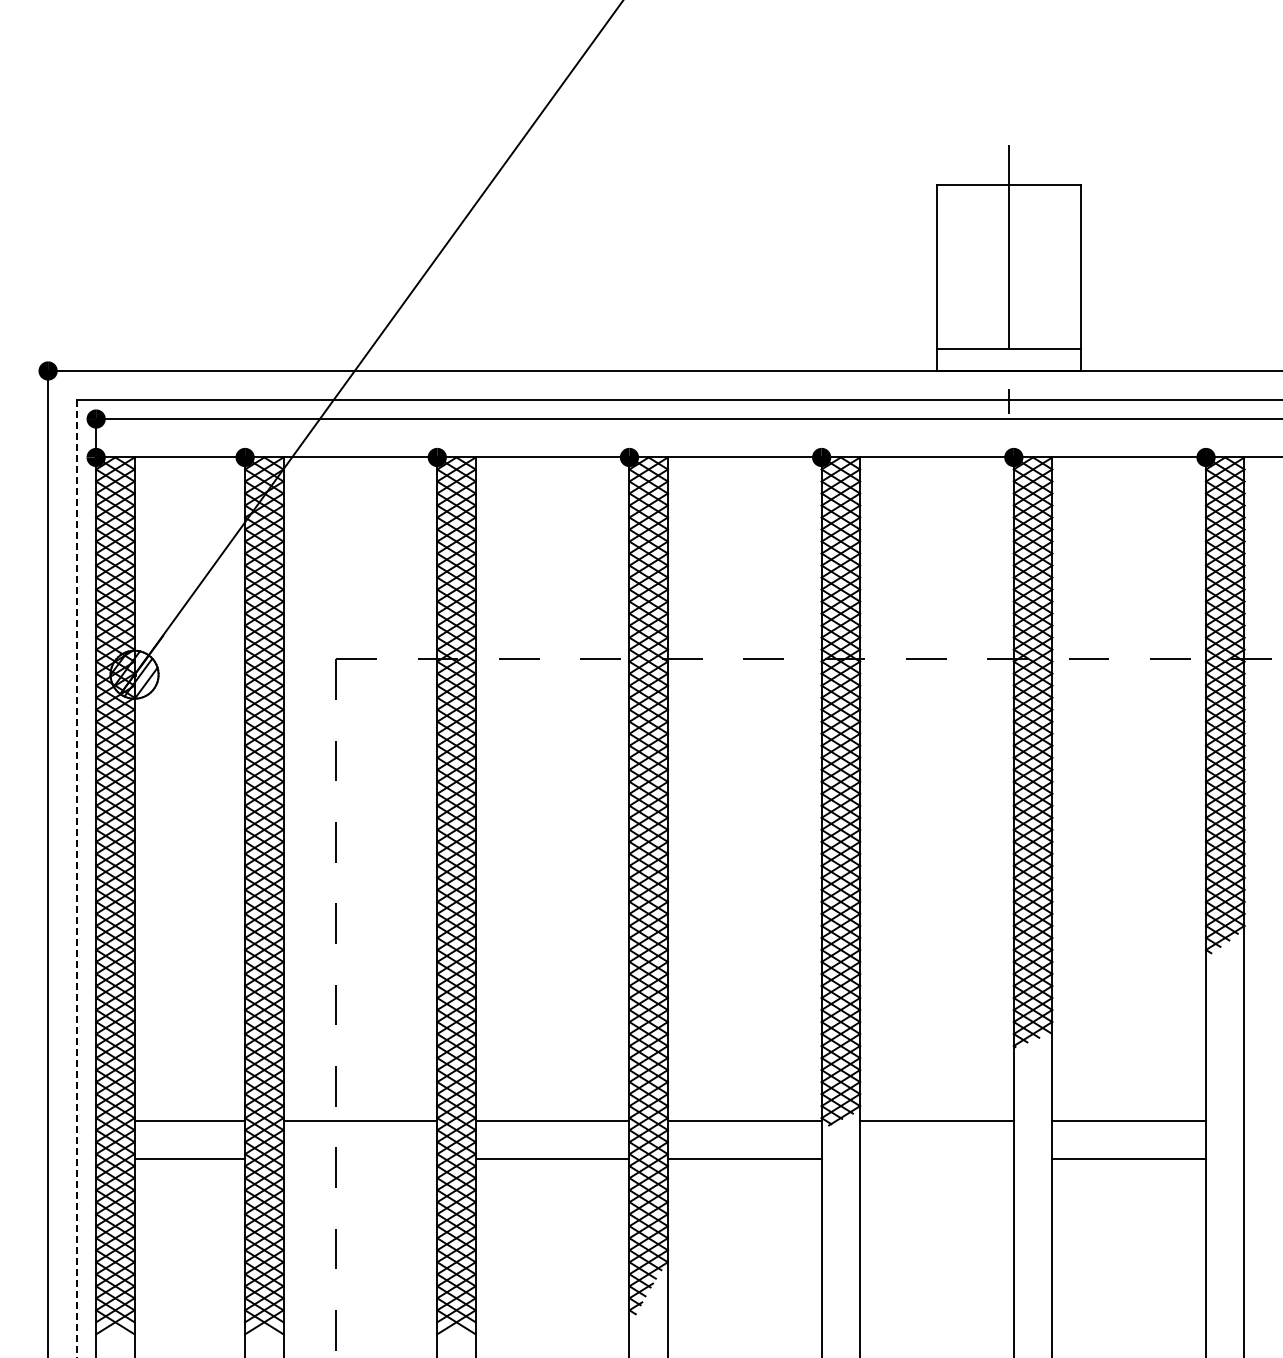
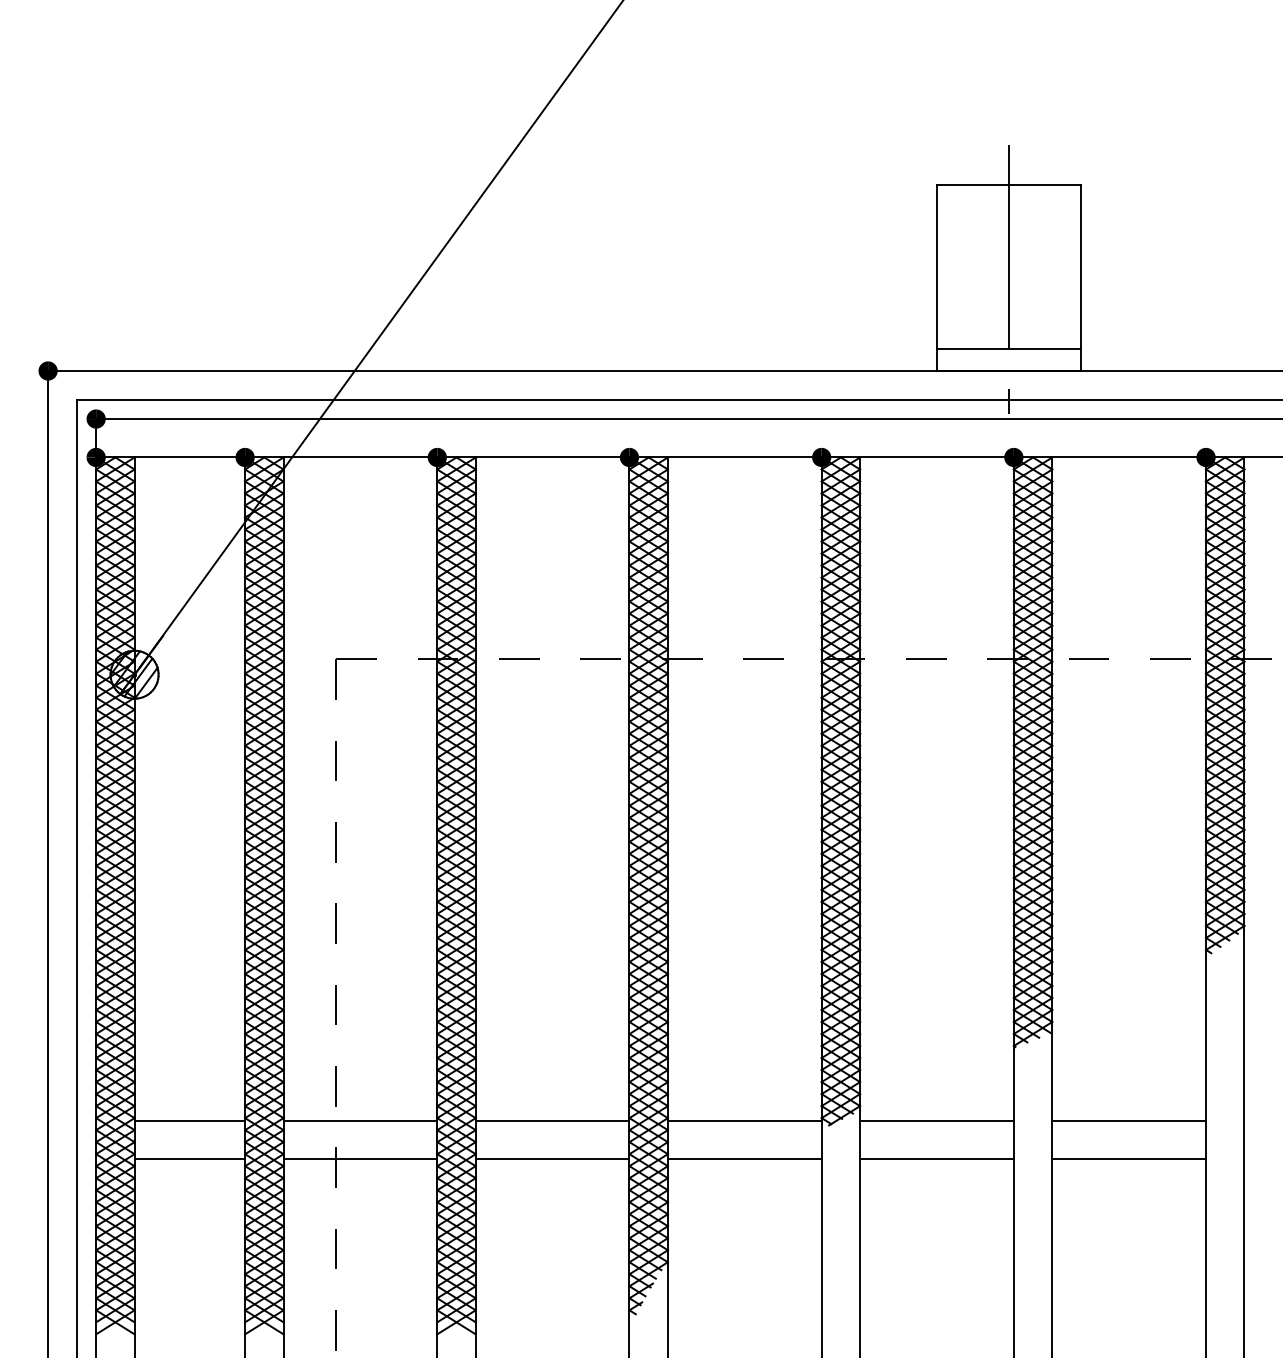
line at (76, 878): dashed -> solid
line at (360, 1158): none -> present
line at (936, 1158): none -> present
